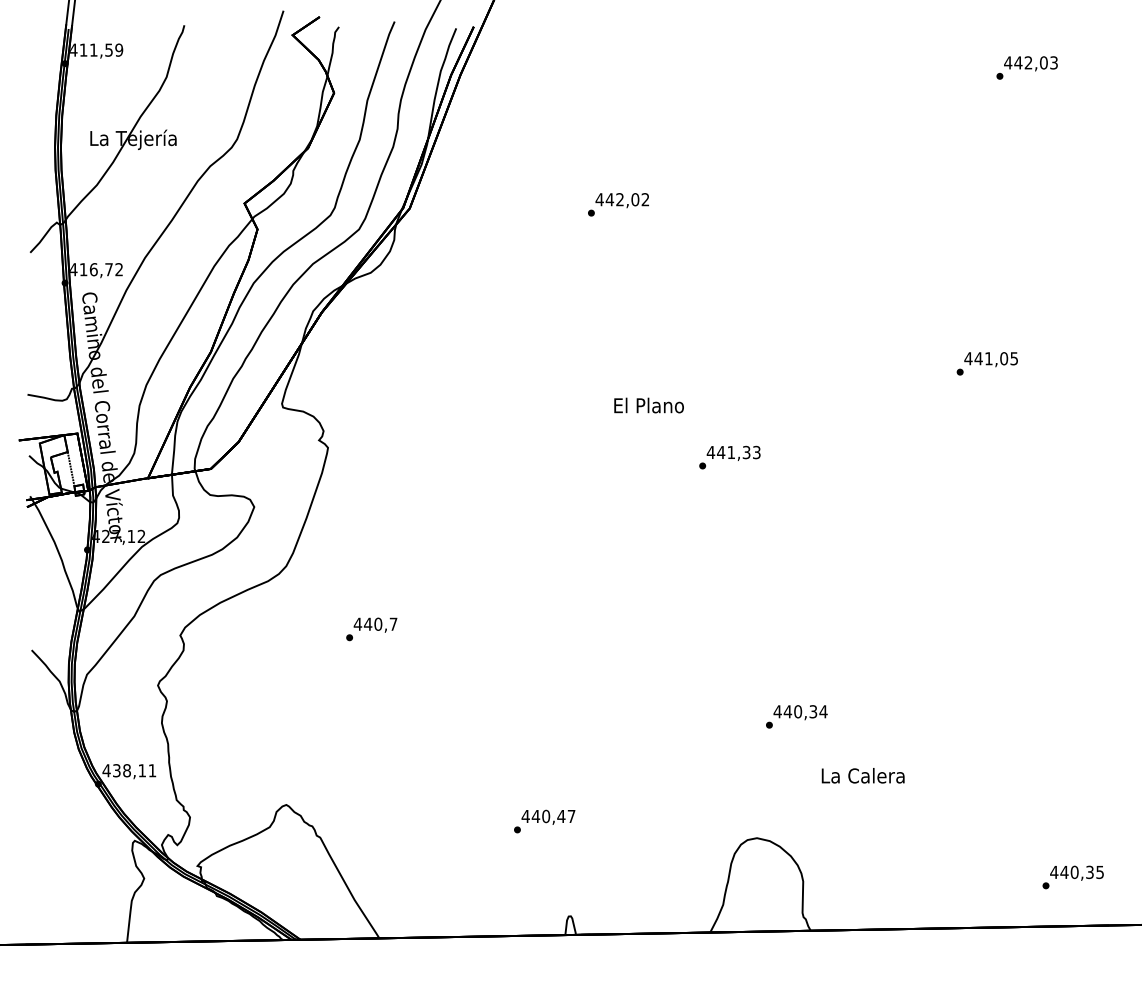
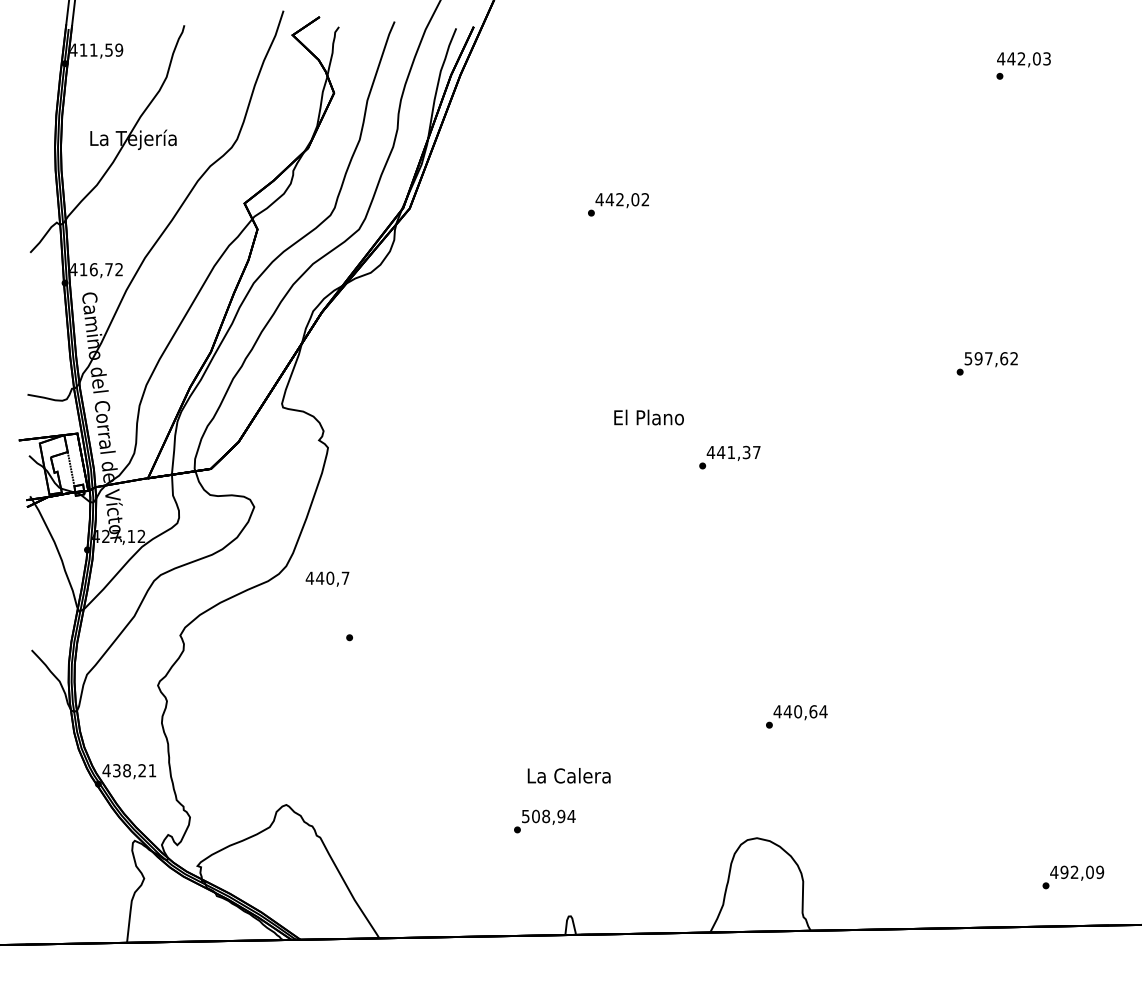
text at (1030, 63) position: (1030, 63) -> (1023, 59)
text at (990, 358): 441,05 -> 597,62
text at (648, 405) position: (648, 405) -> (648, 417)
text at (756, 452): 441,33 -> 441,37
text at (375, 624) position: (375, 624) -> (327, 578)
text at (813, 711): 440,34 -> 440,64
text at (141, 770): 438,11 -> 438,21
text at (862, 775) position: (862, 775) -> (568, 775)
text at (548, 816): 440,47 -> 508,94
text at (1082, 872): 440,35 -> 492,09
